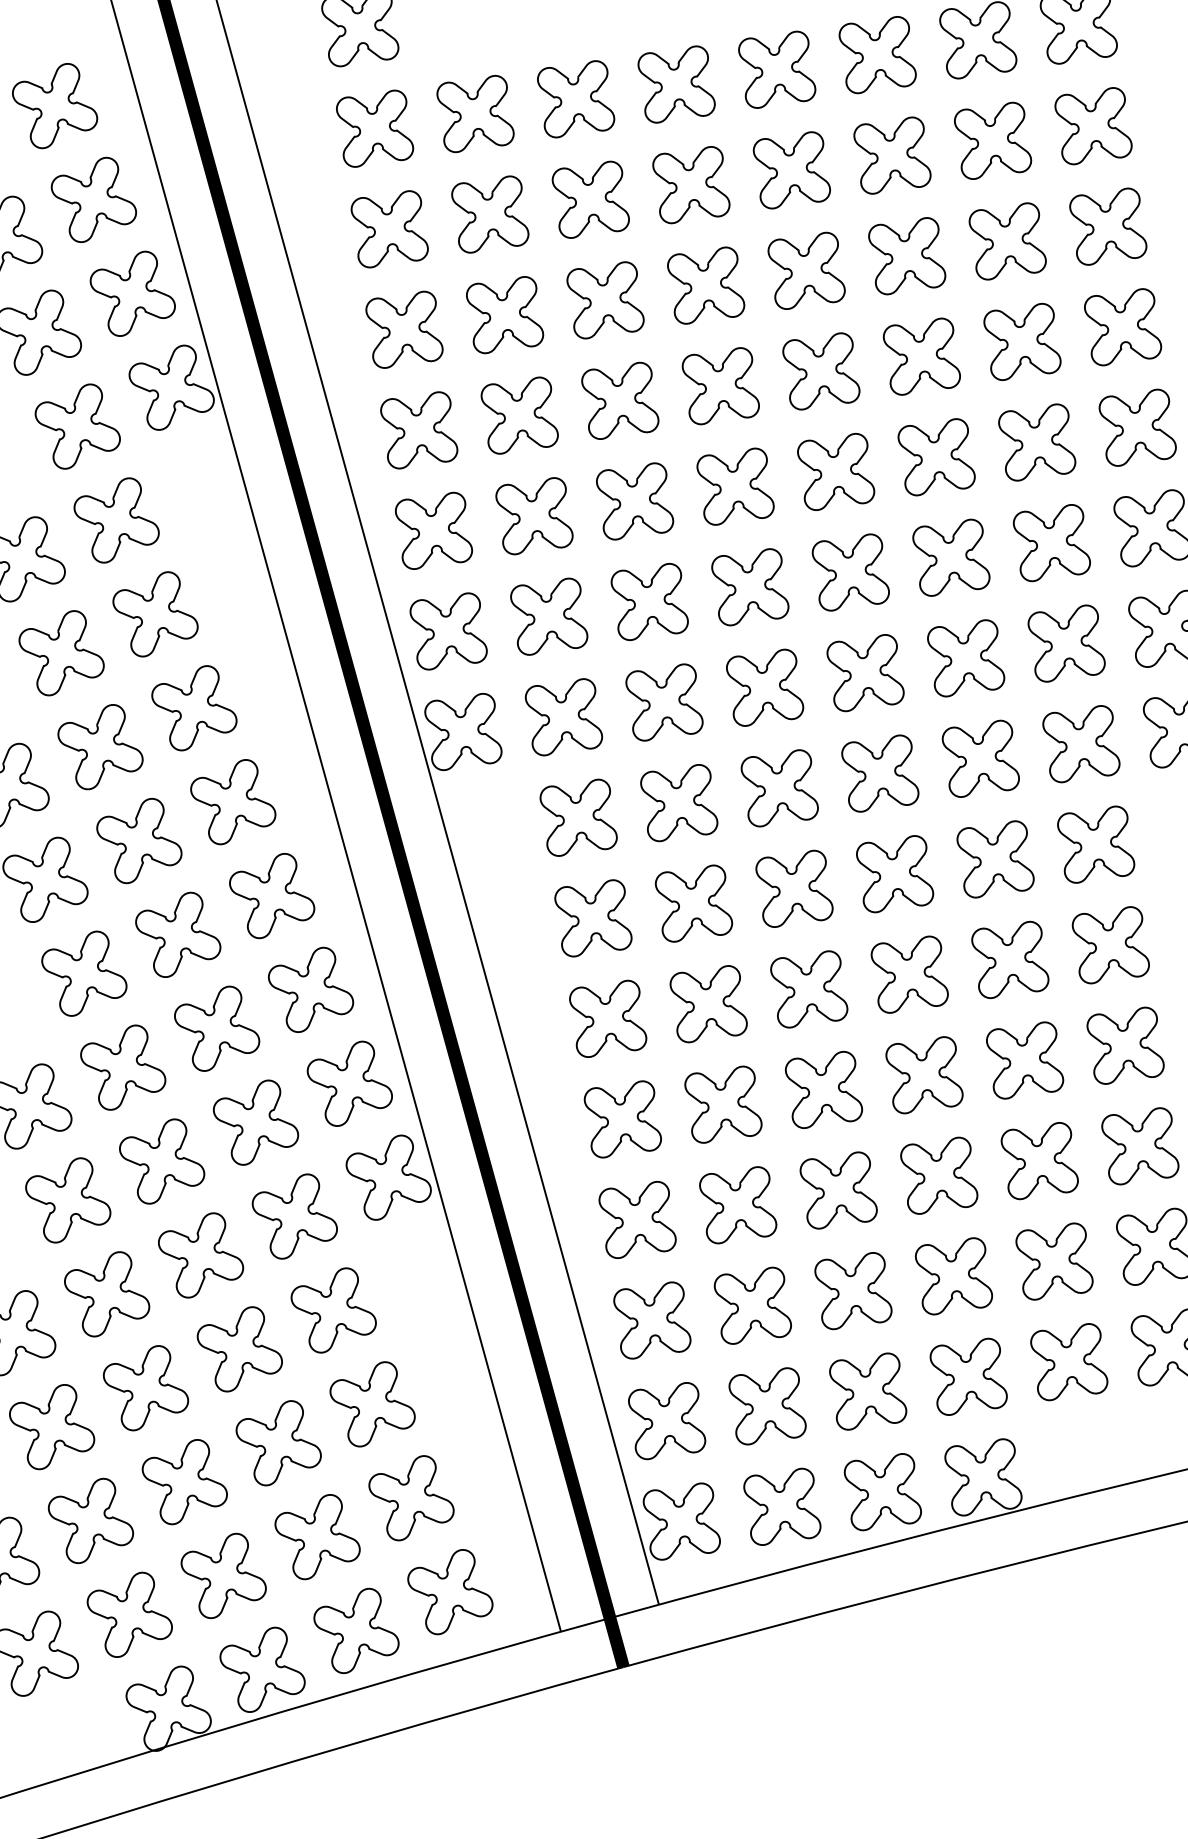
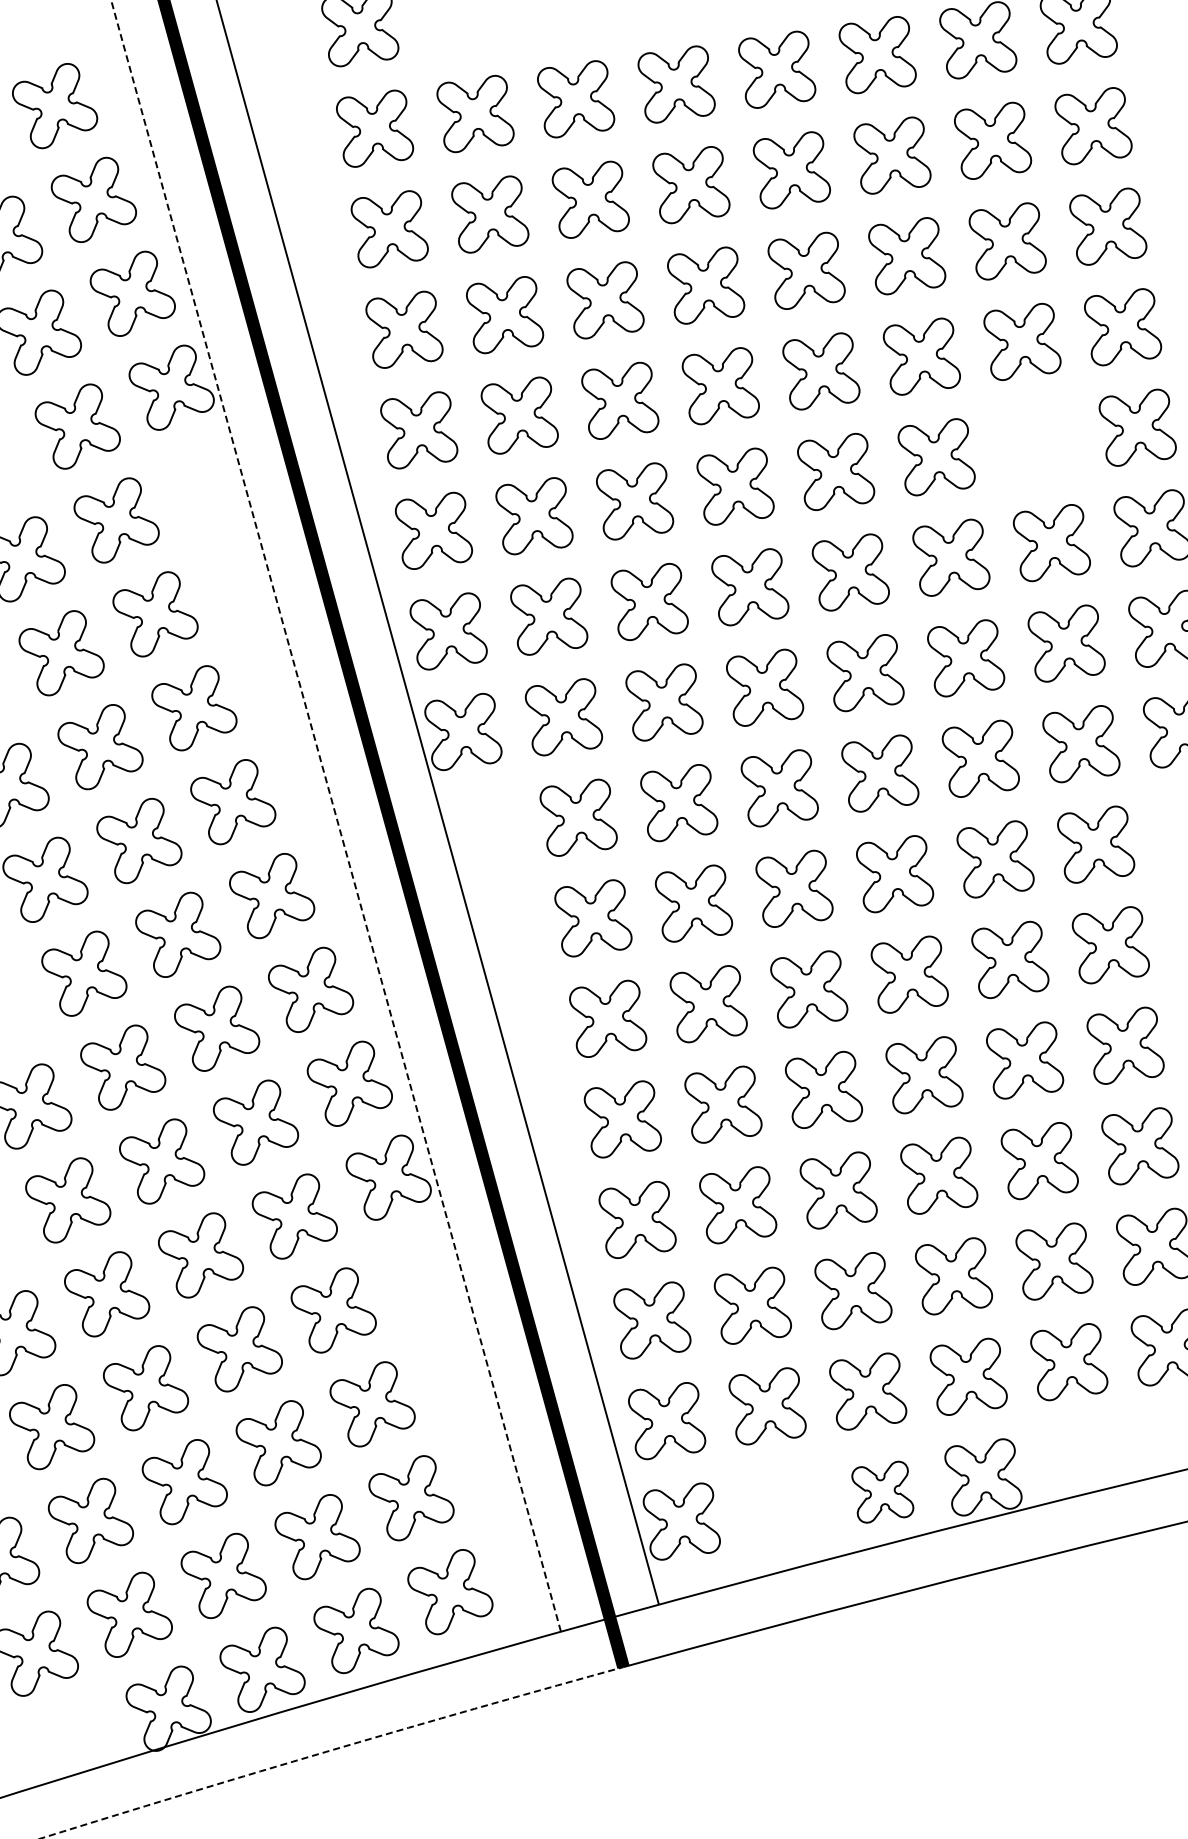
part at (1037, 442): present -> none
line at (336, 816): solid -> dashed
part at (882, 1492) size: 79x79 px -> 64x64 px
part at (782, 1506): present -> none
line at (331, 1750): solid -> dashed
